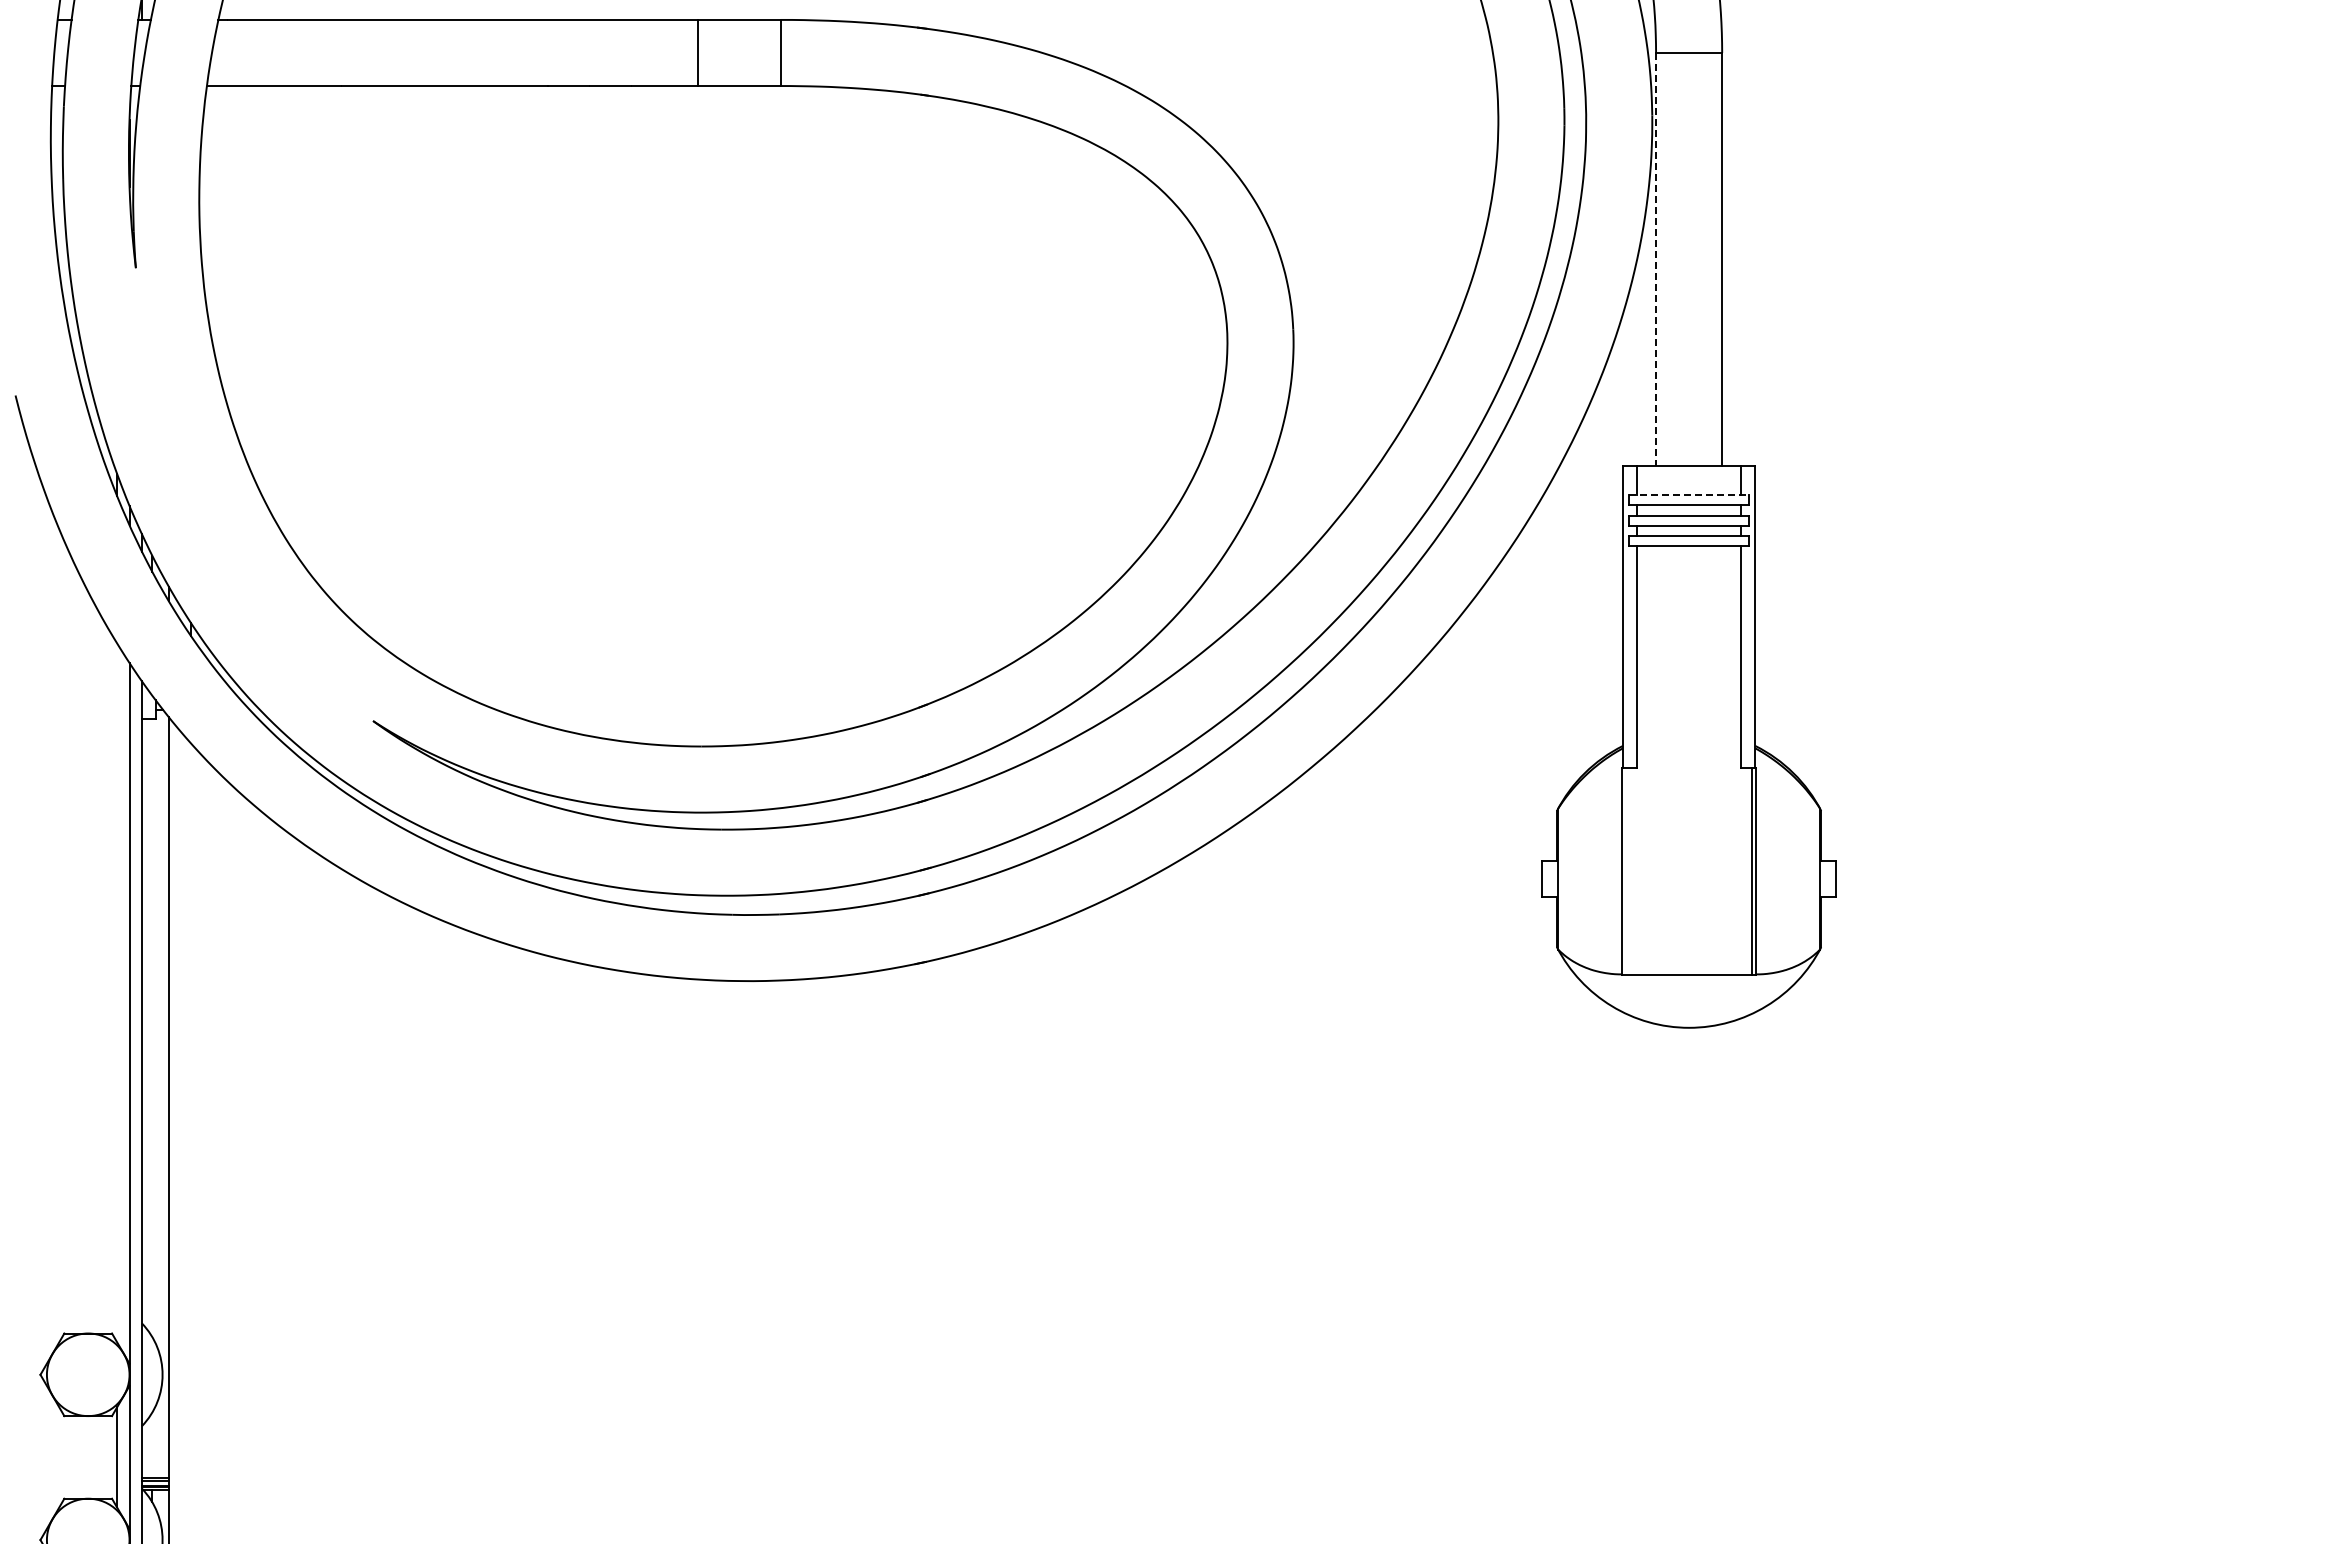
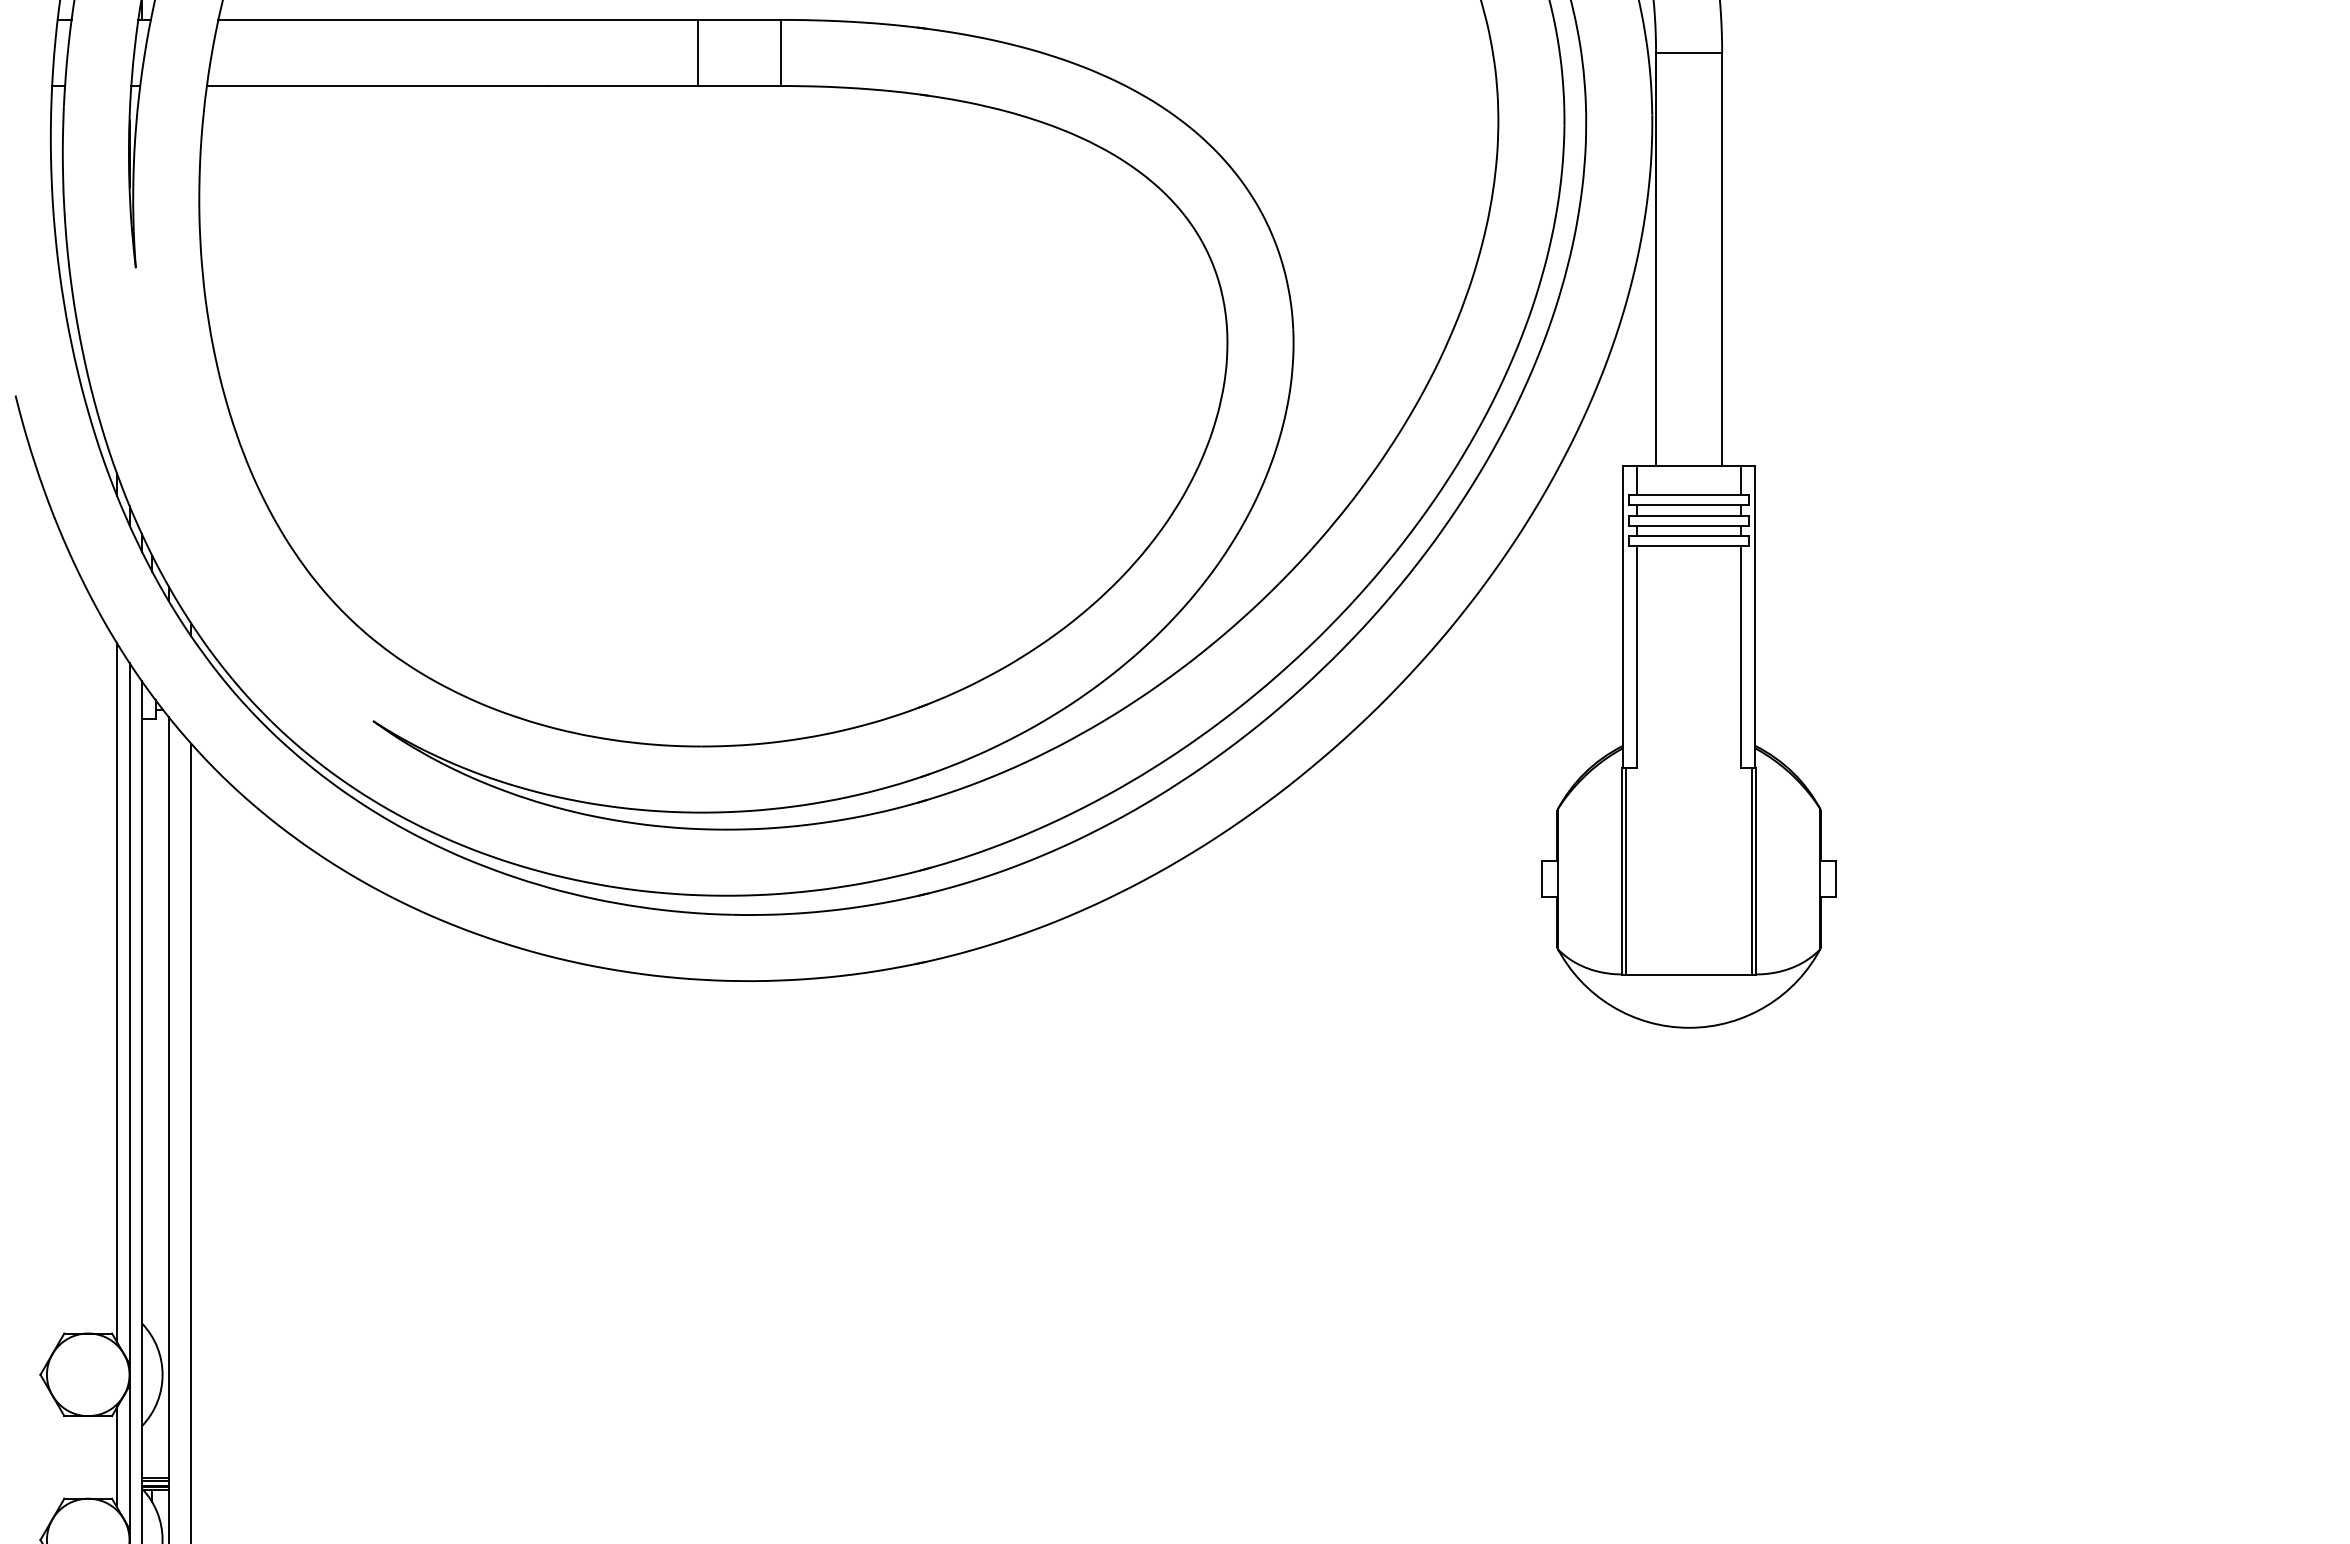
line at (1656, 259): dashed -> solid
line at (1689, 494): dashed -> solid
line at (1626, 871): none -> present
line at (117, 992): none -> present
line at (191, 1141): none -> present
